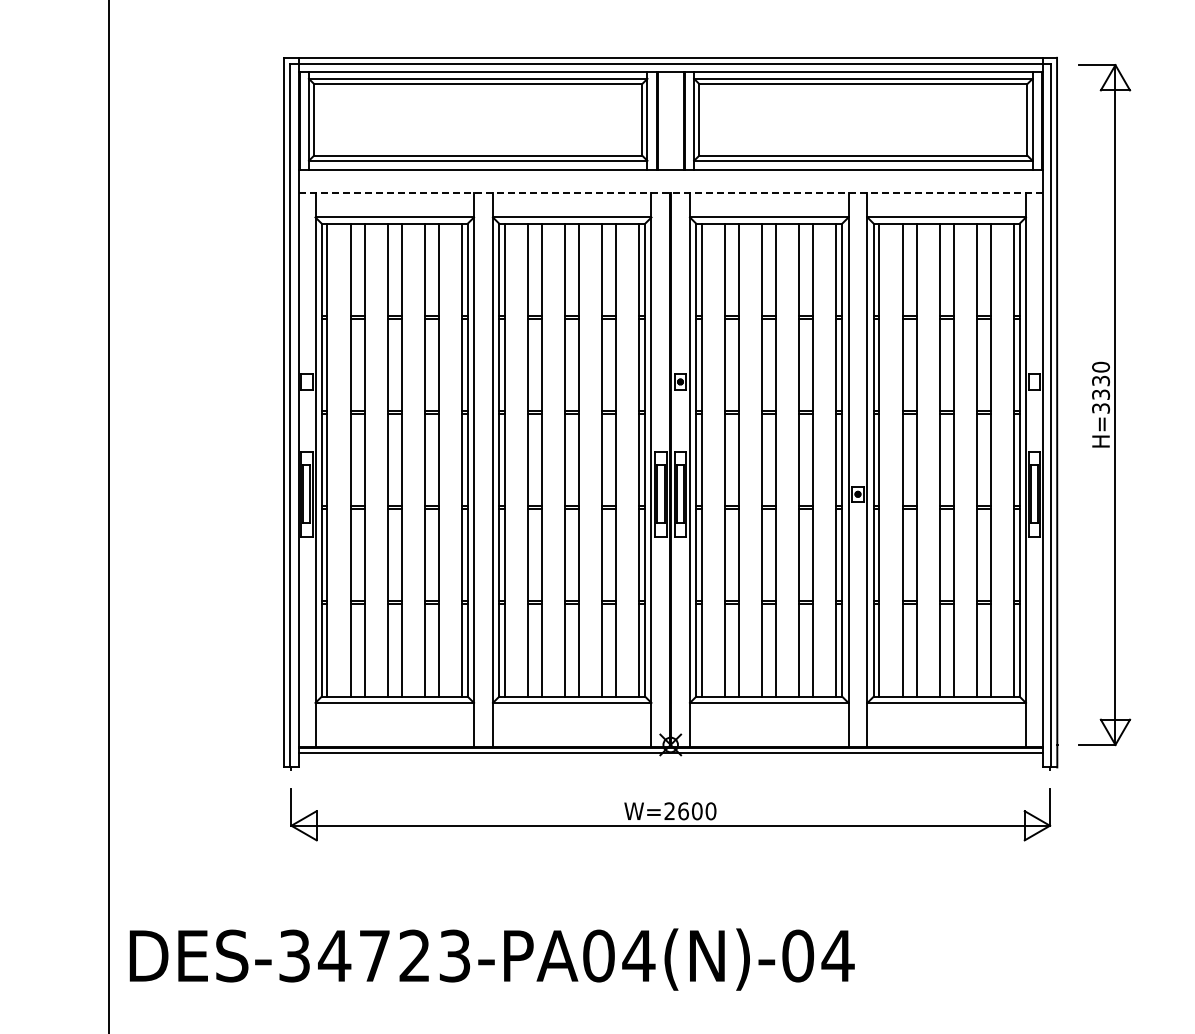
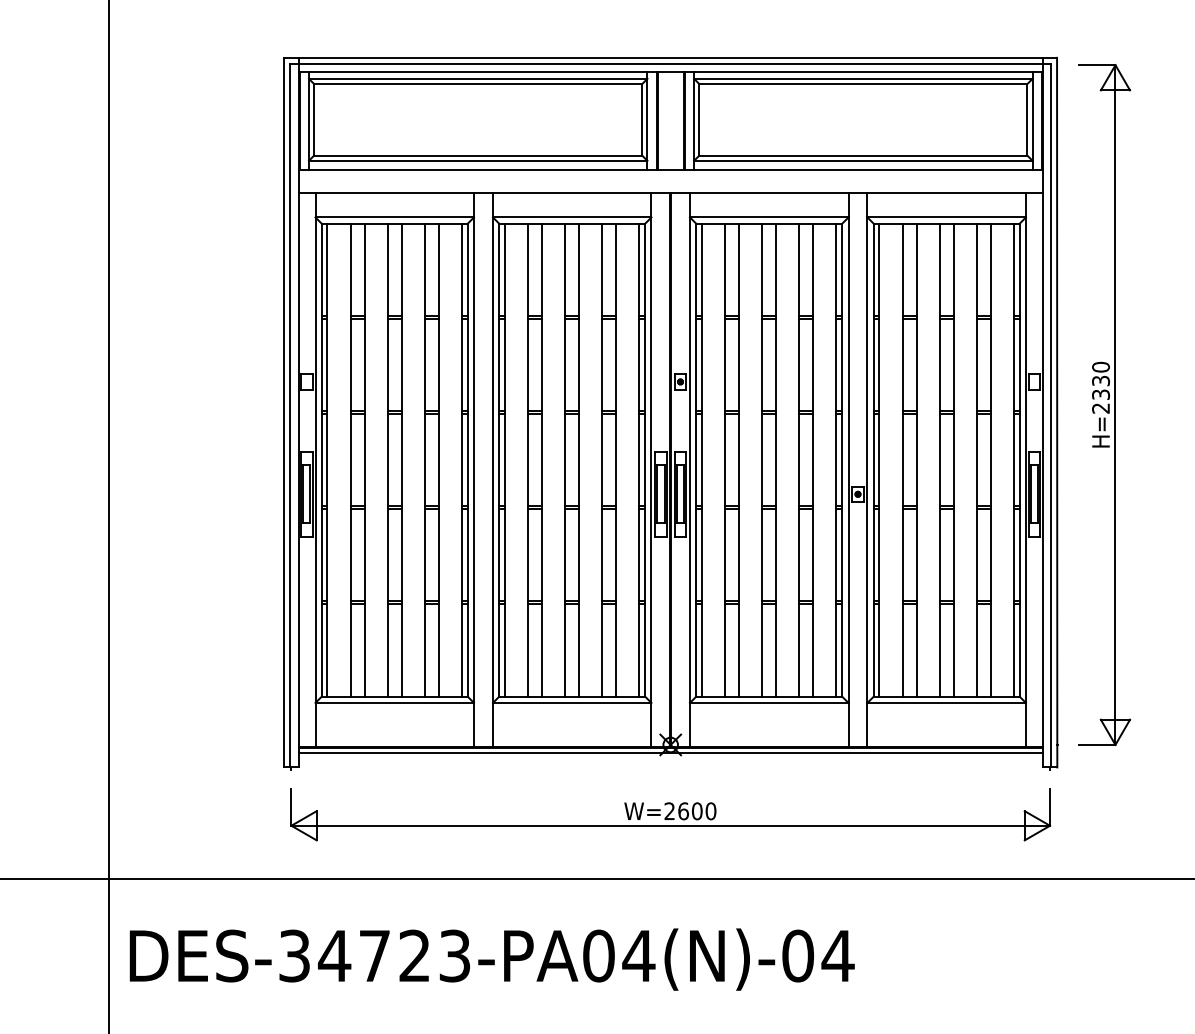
line at (671, 193): dashed -> solid
text at (1101, 408): H=3330 -> H=2330
line at (596, 879): none -> present
